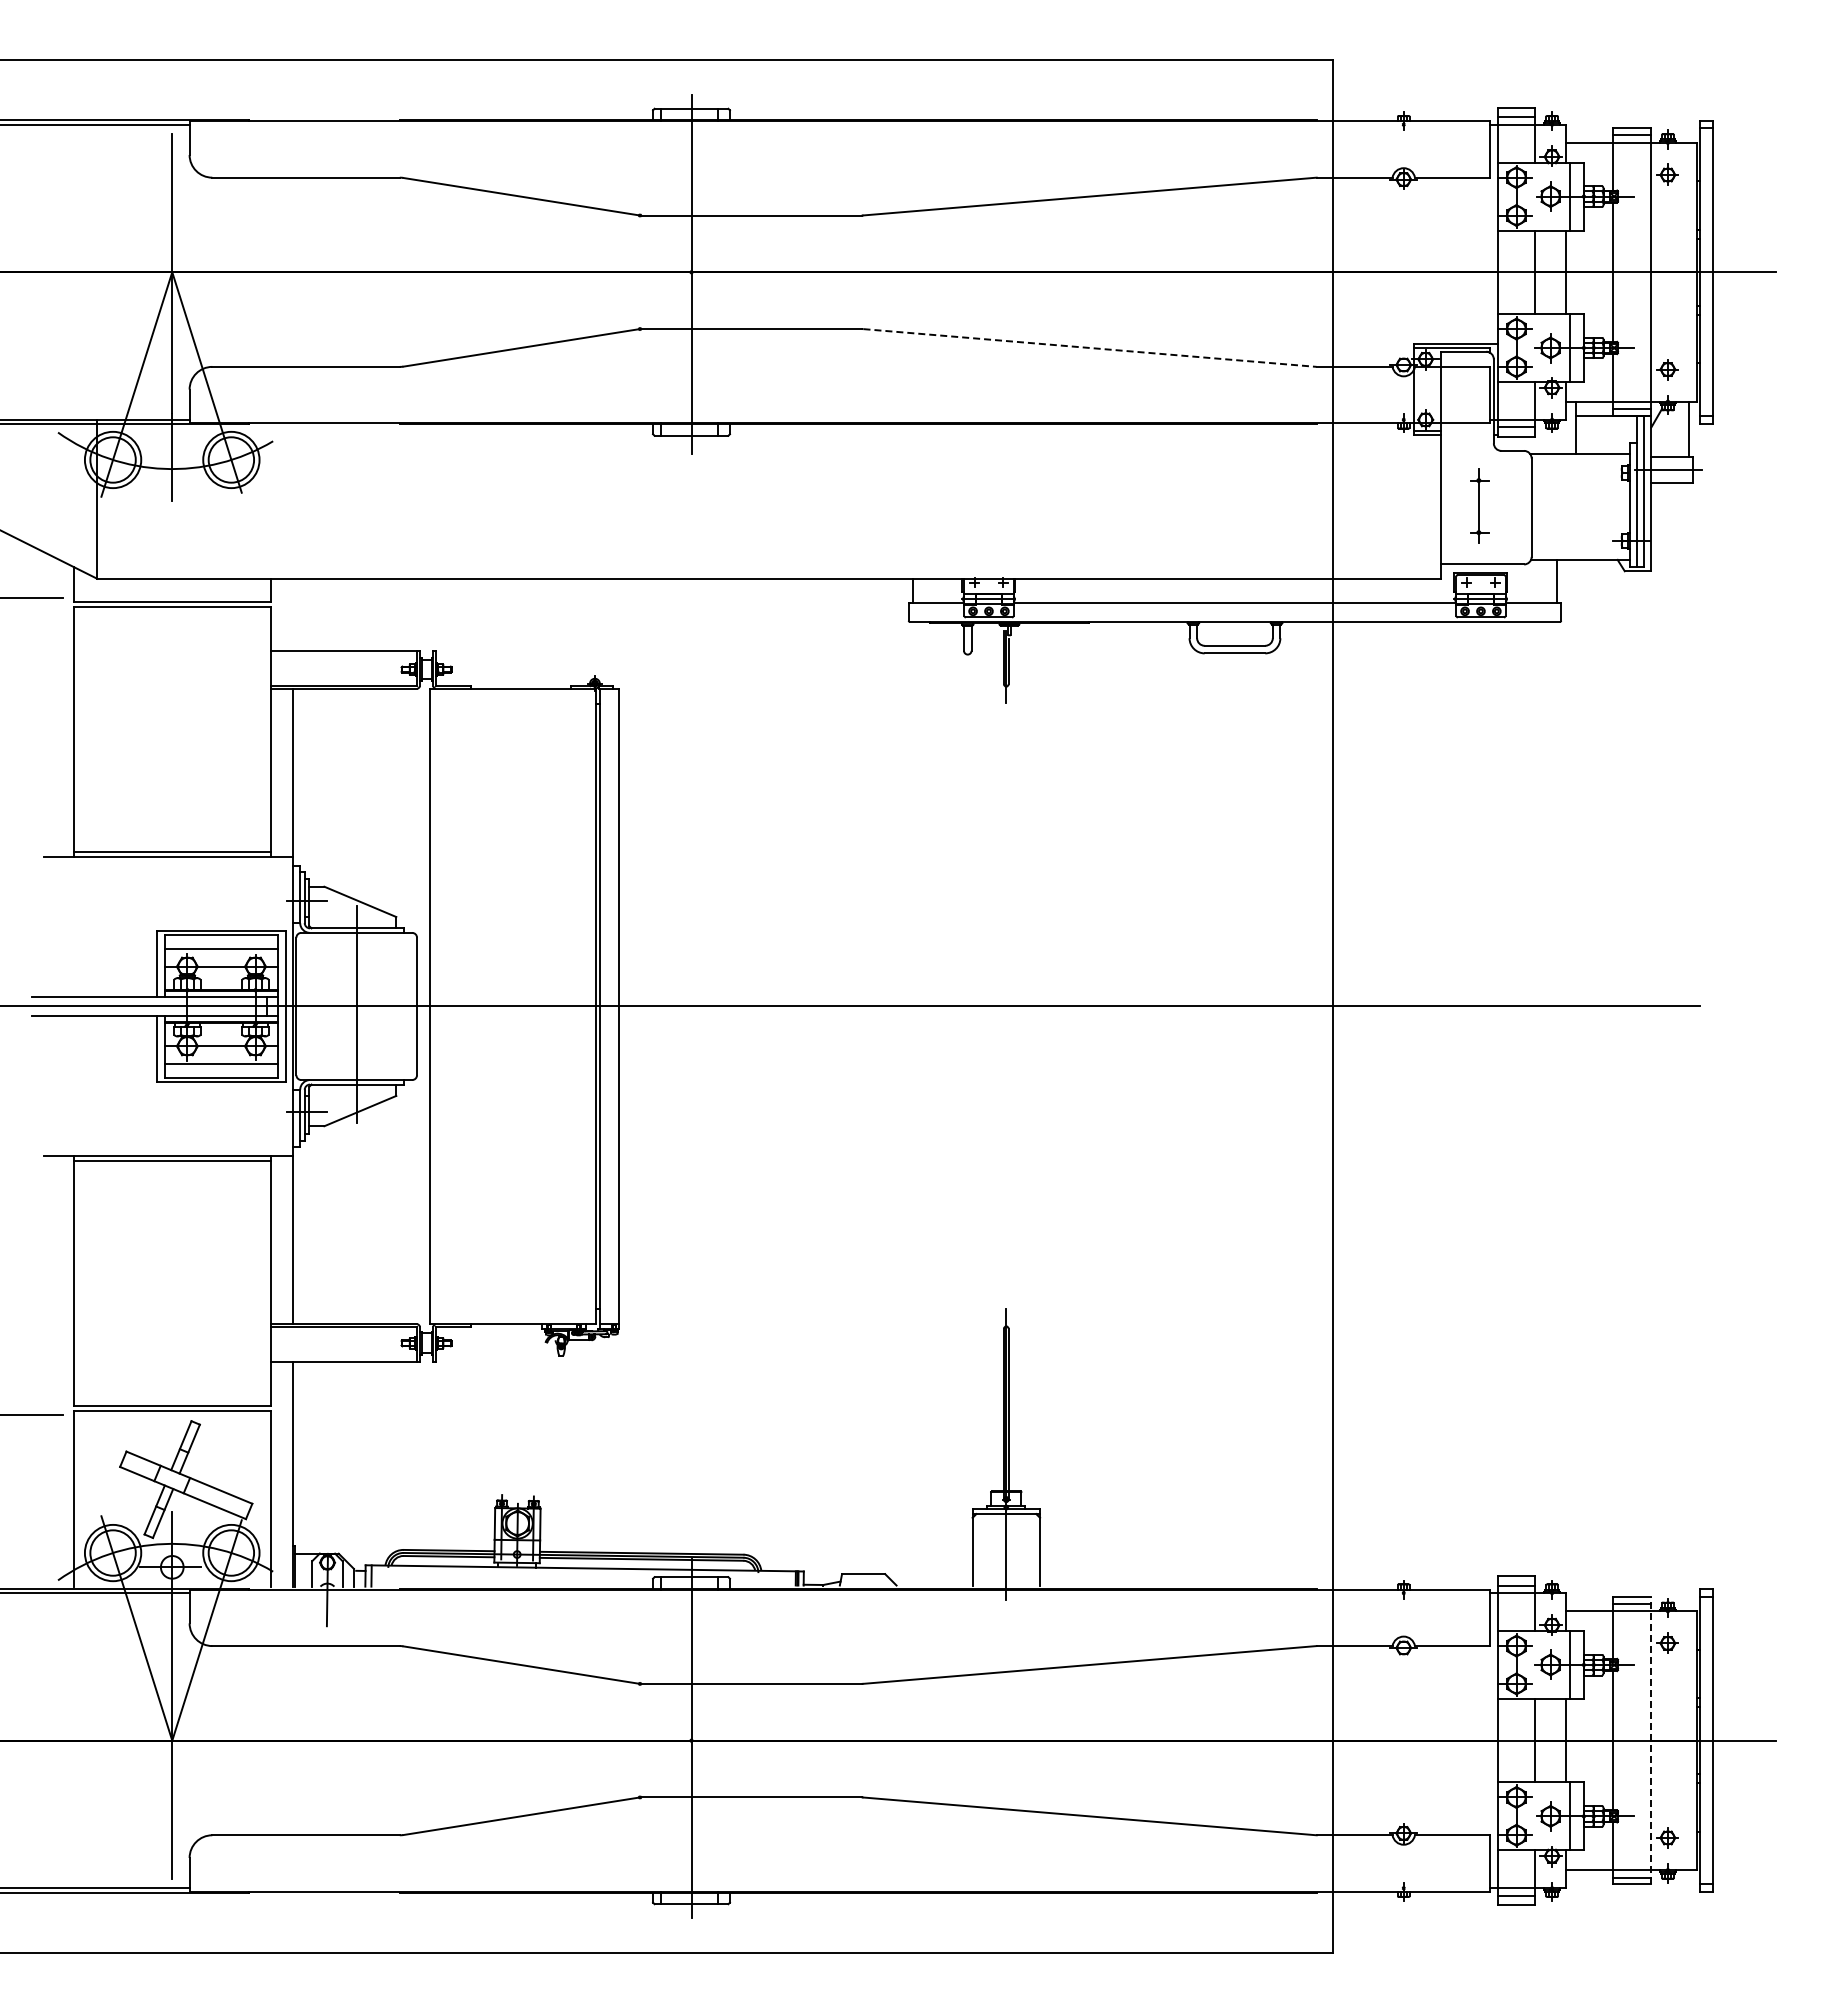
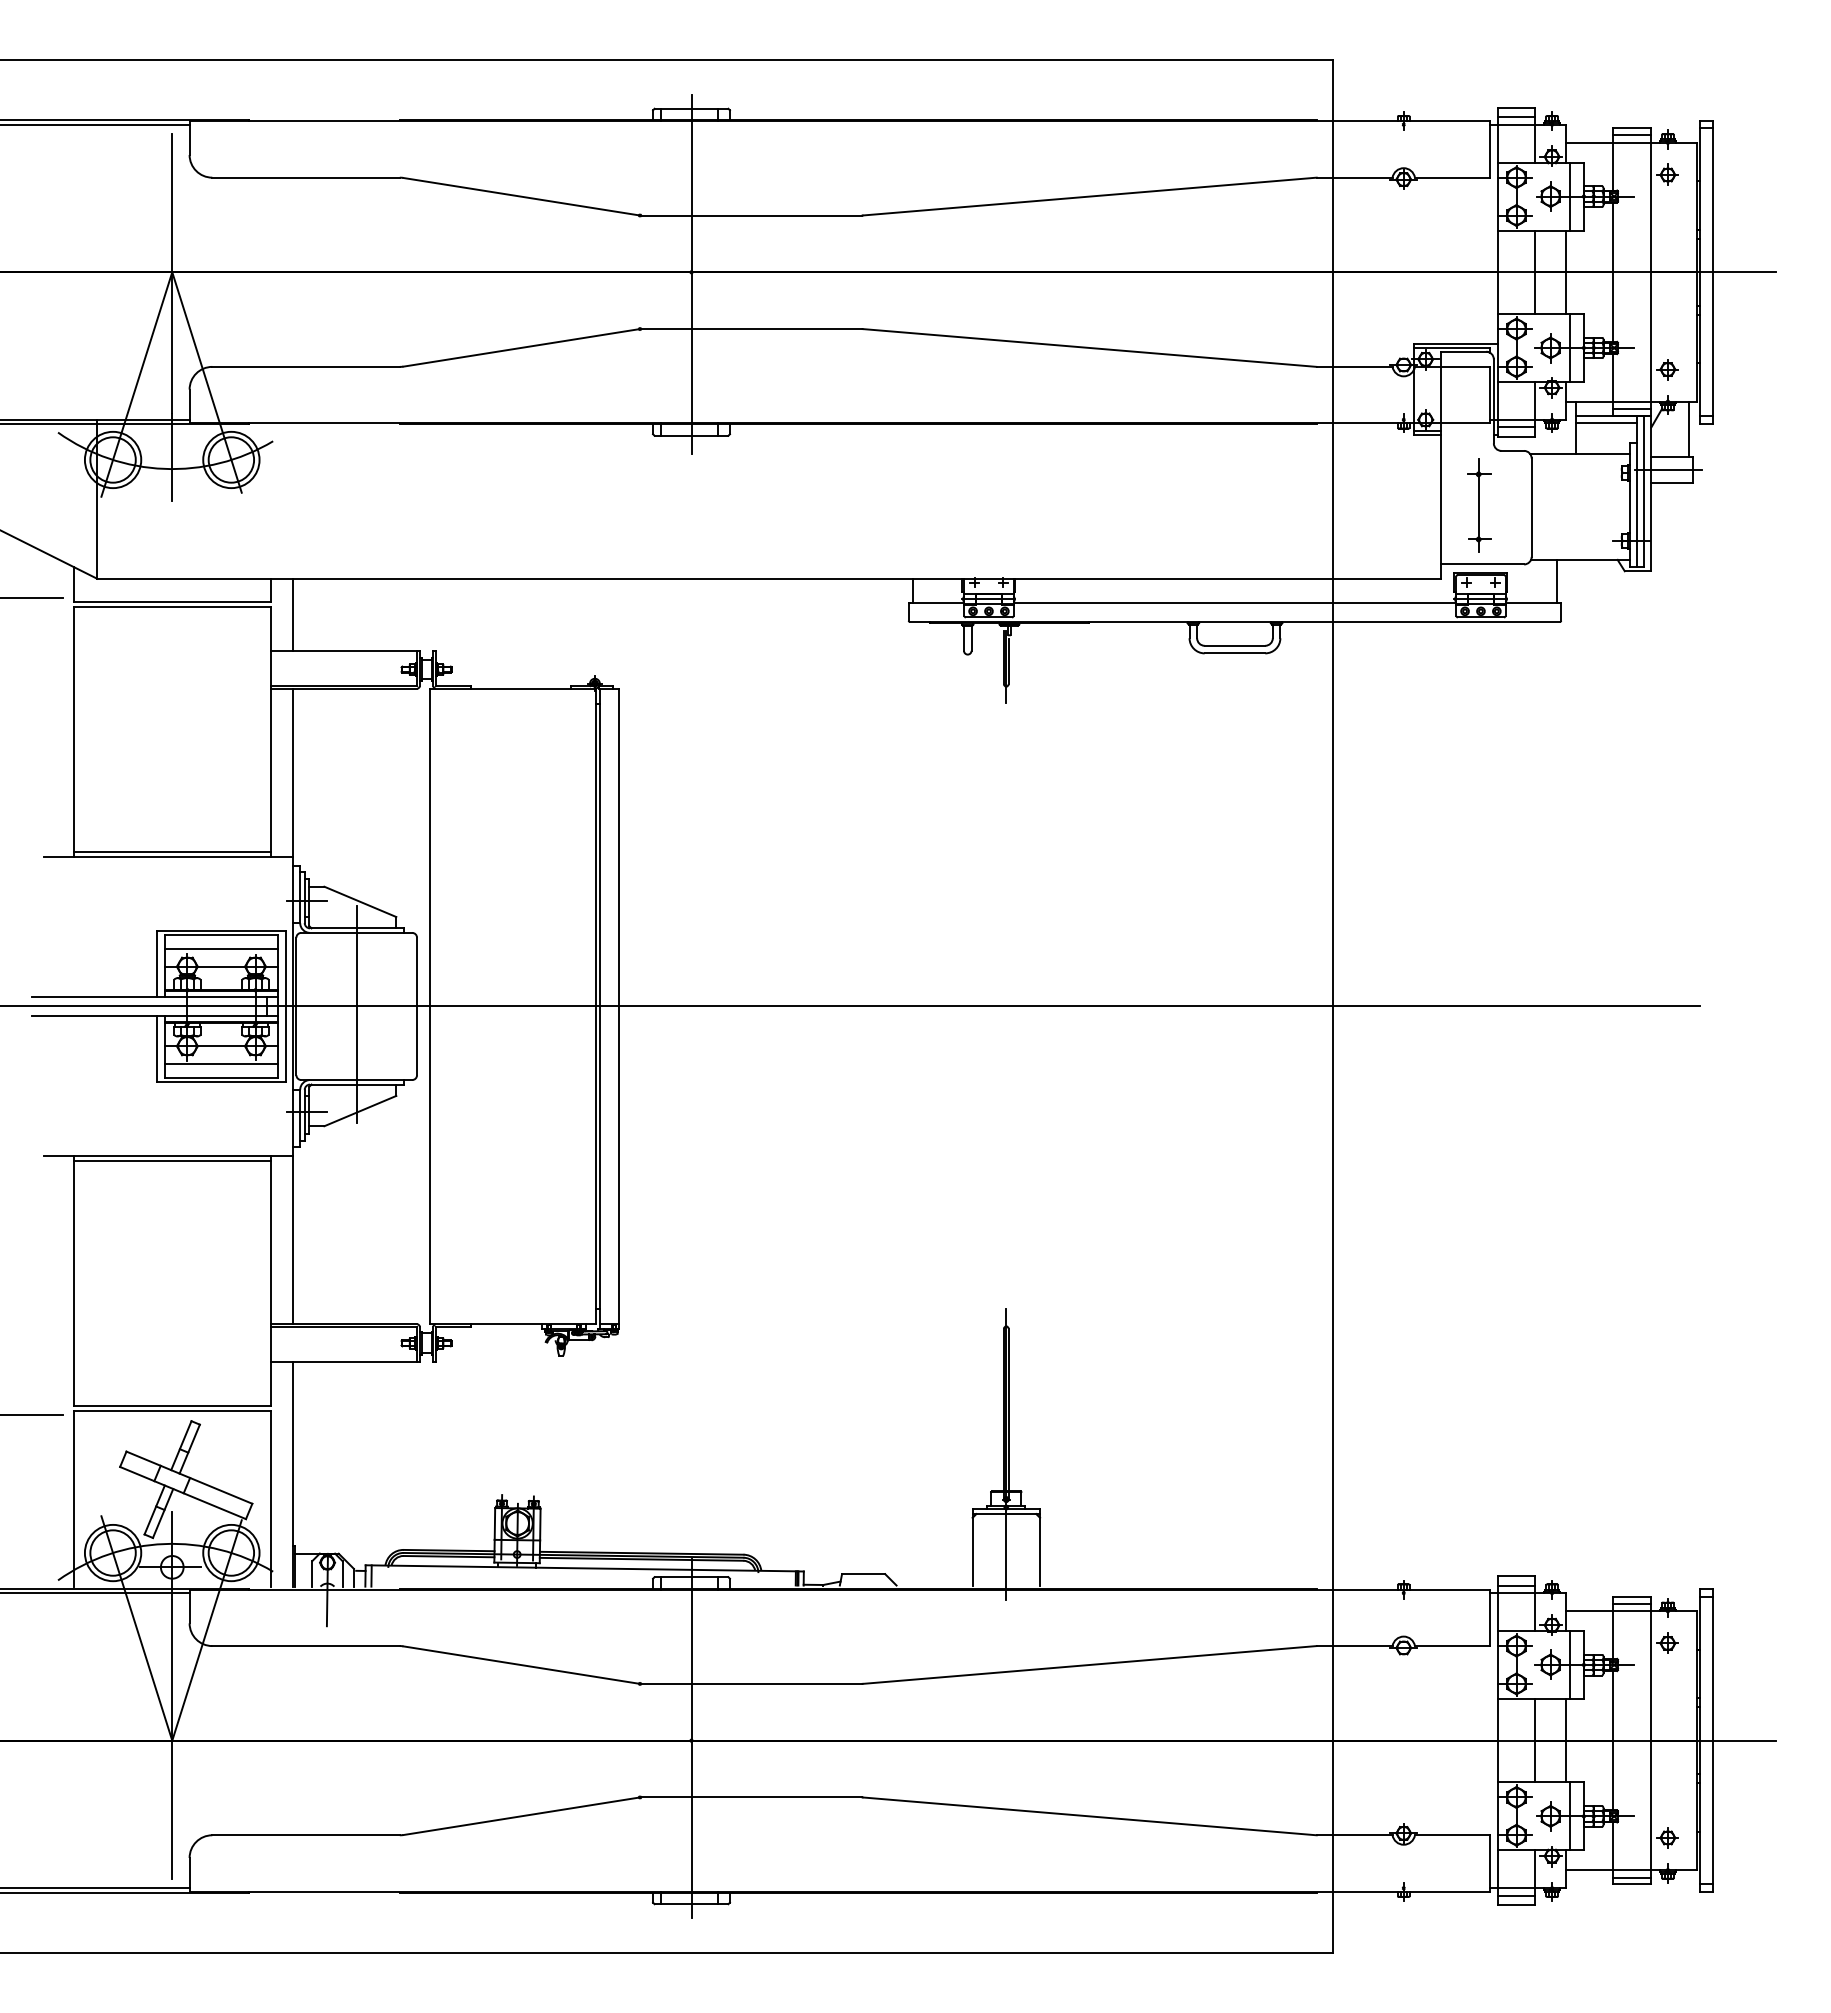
line at (1090, 348): dashed -> solid
line at (1605, 422): none -> present
part at (1479, 505) size: 20x76 px -> 25x95 px
line at (293, 614): none -> present
line at (1651, 1740): dashed -> solid
